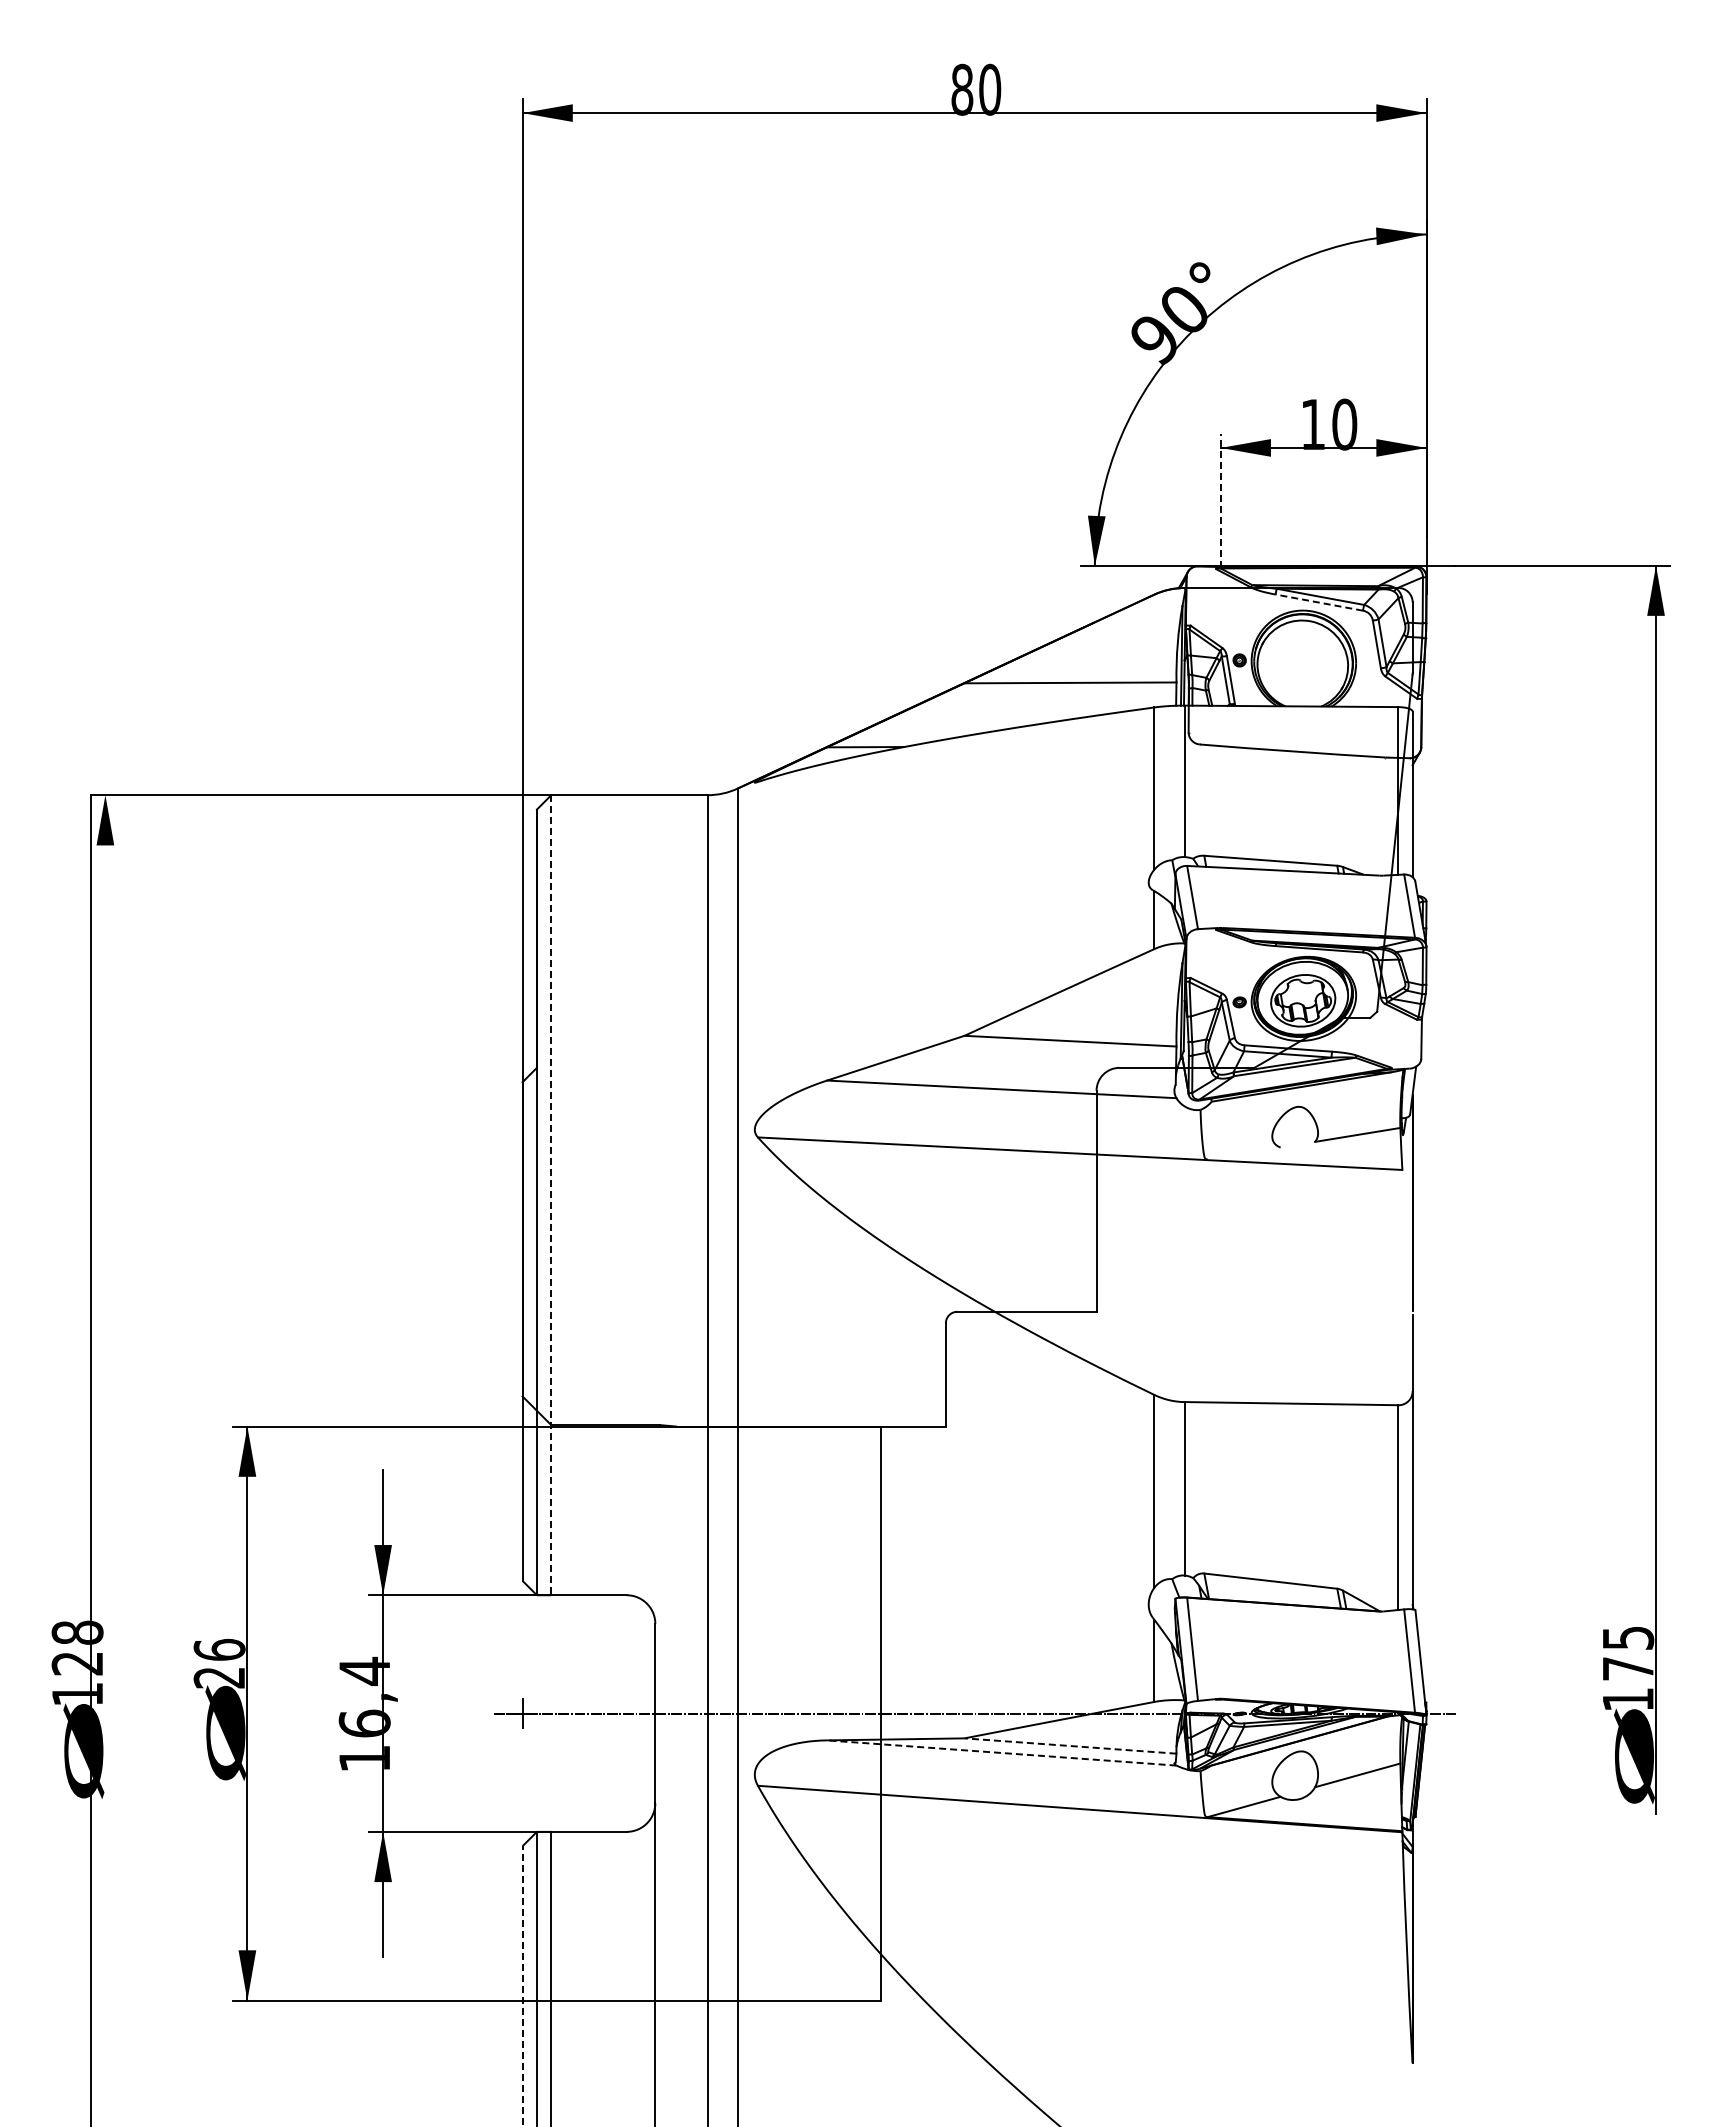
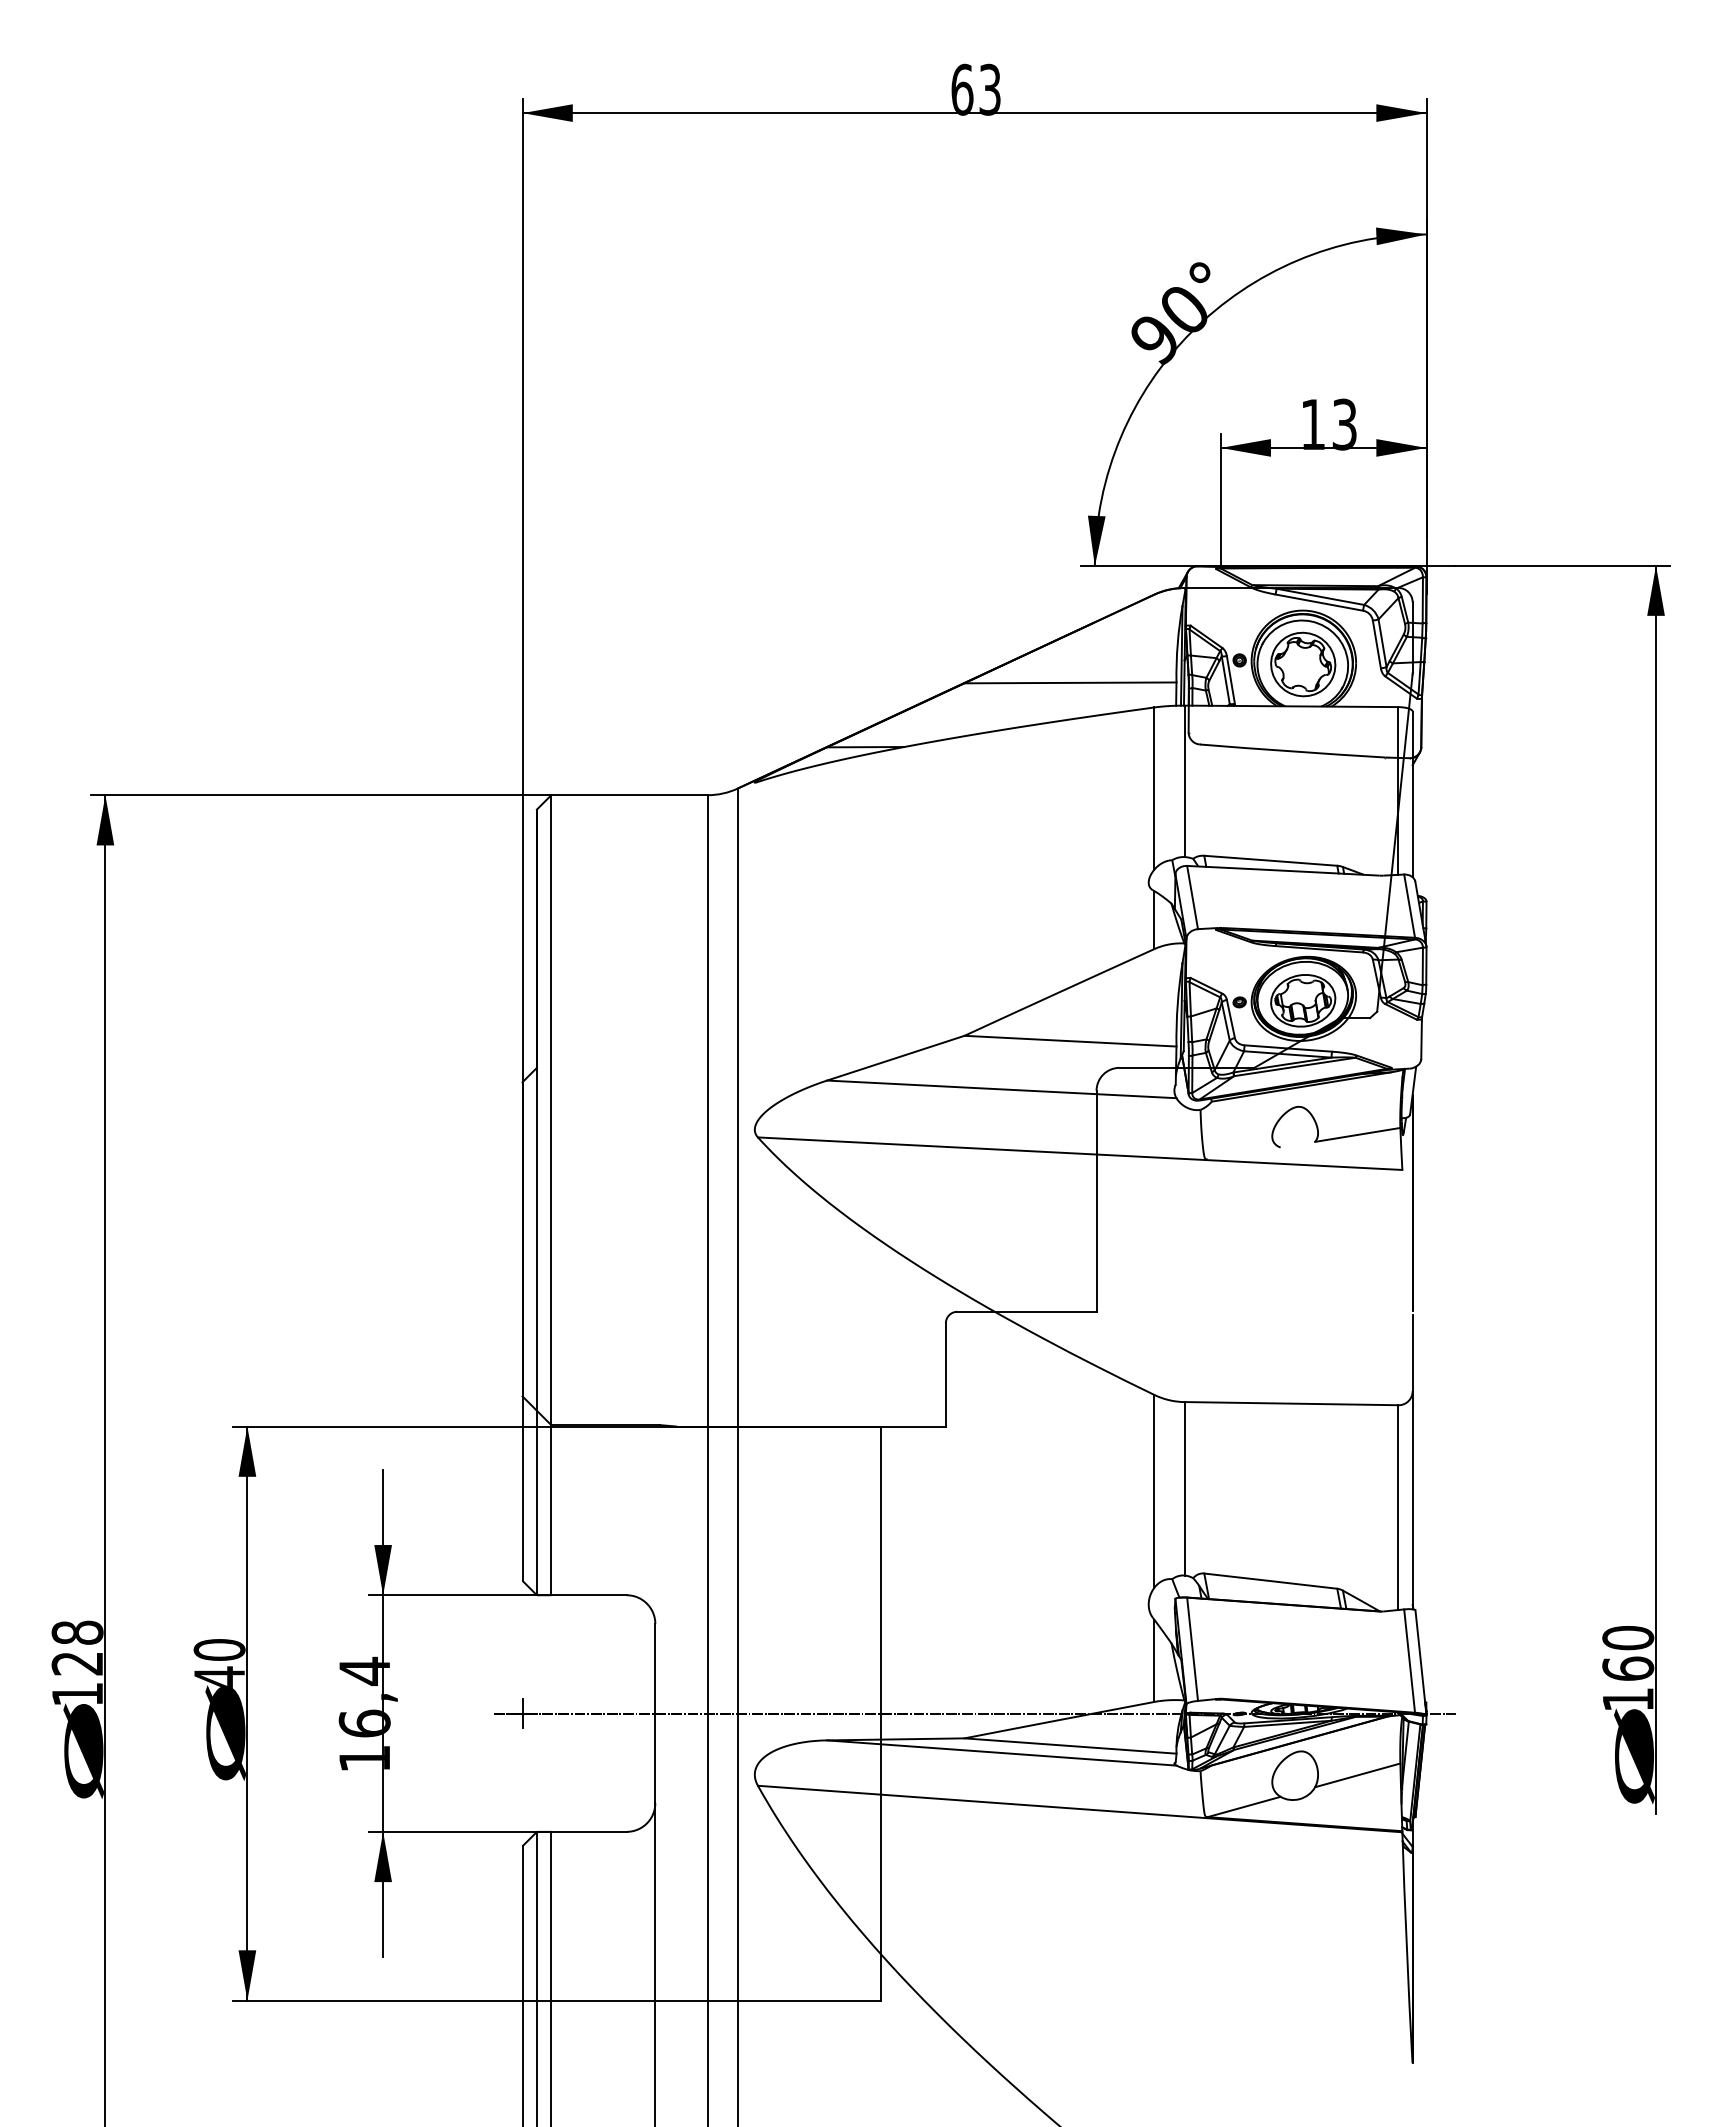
text at (976, 89): 80 -> 63
text at (1344, 424): 10 -> 13
line at (1220, 500): dashed -> solid
line at (1318, 602): dashed -> solid
part at (1303, 664): none -> present
line at (551, 1195): dashed -> solid
line at (91, 1459) position: (91, 1459) -> (105, 1459)
text at (1628, 1652): 175 -> 160
text at (219, 1663): 26 -> 40
line at (1069, 1745): dashed -> solid
line at (1001, 1752): dashed -> solid
line at (522, 1986): dashed -> solid
